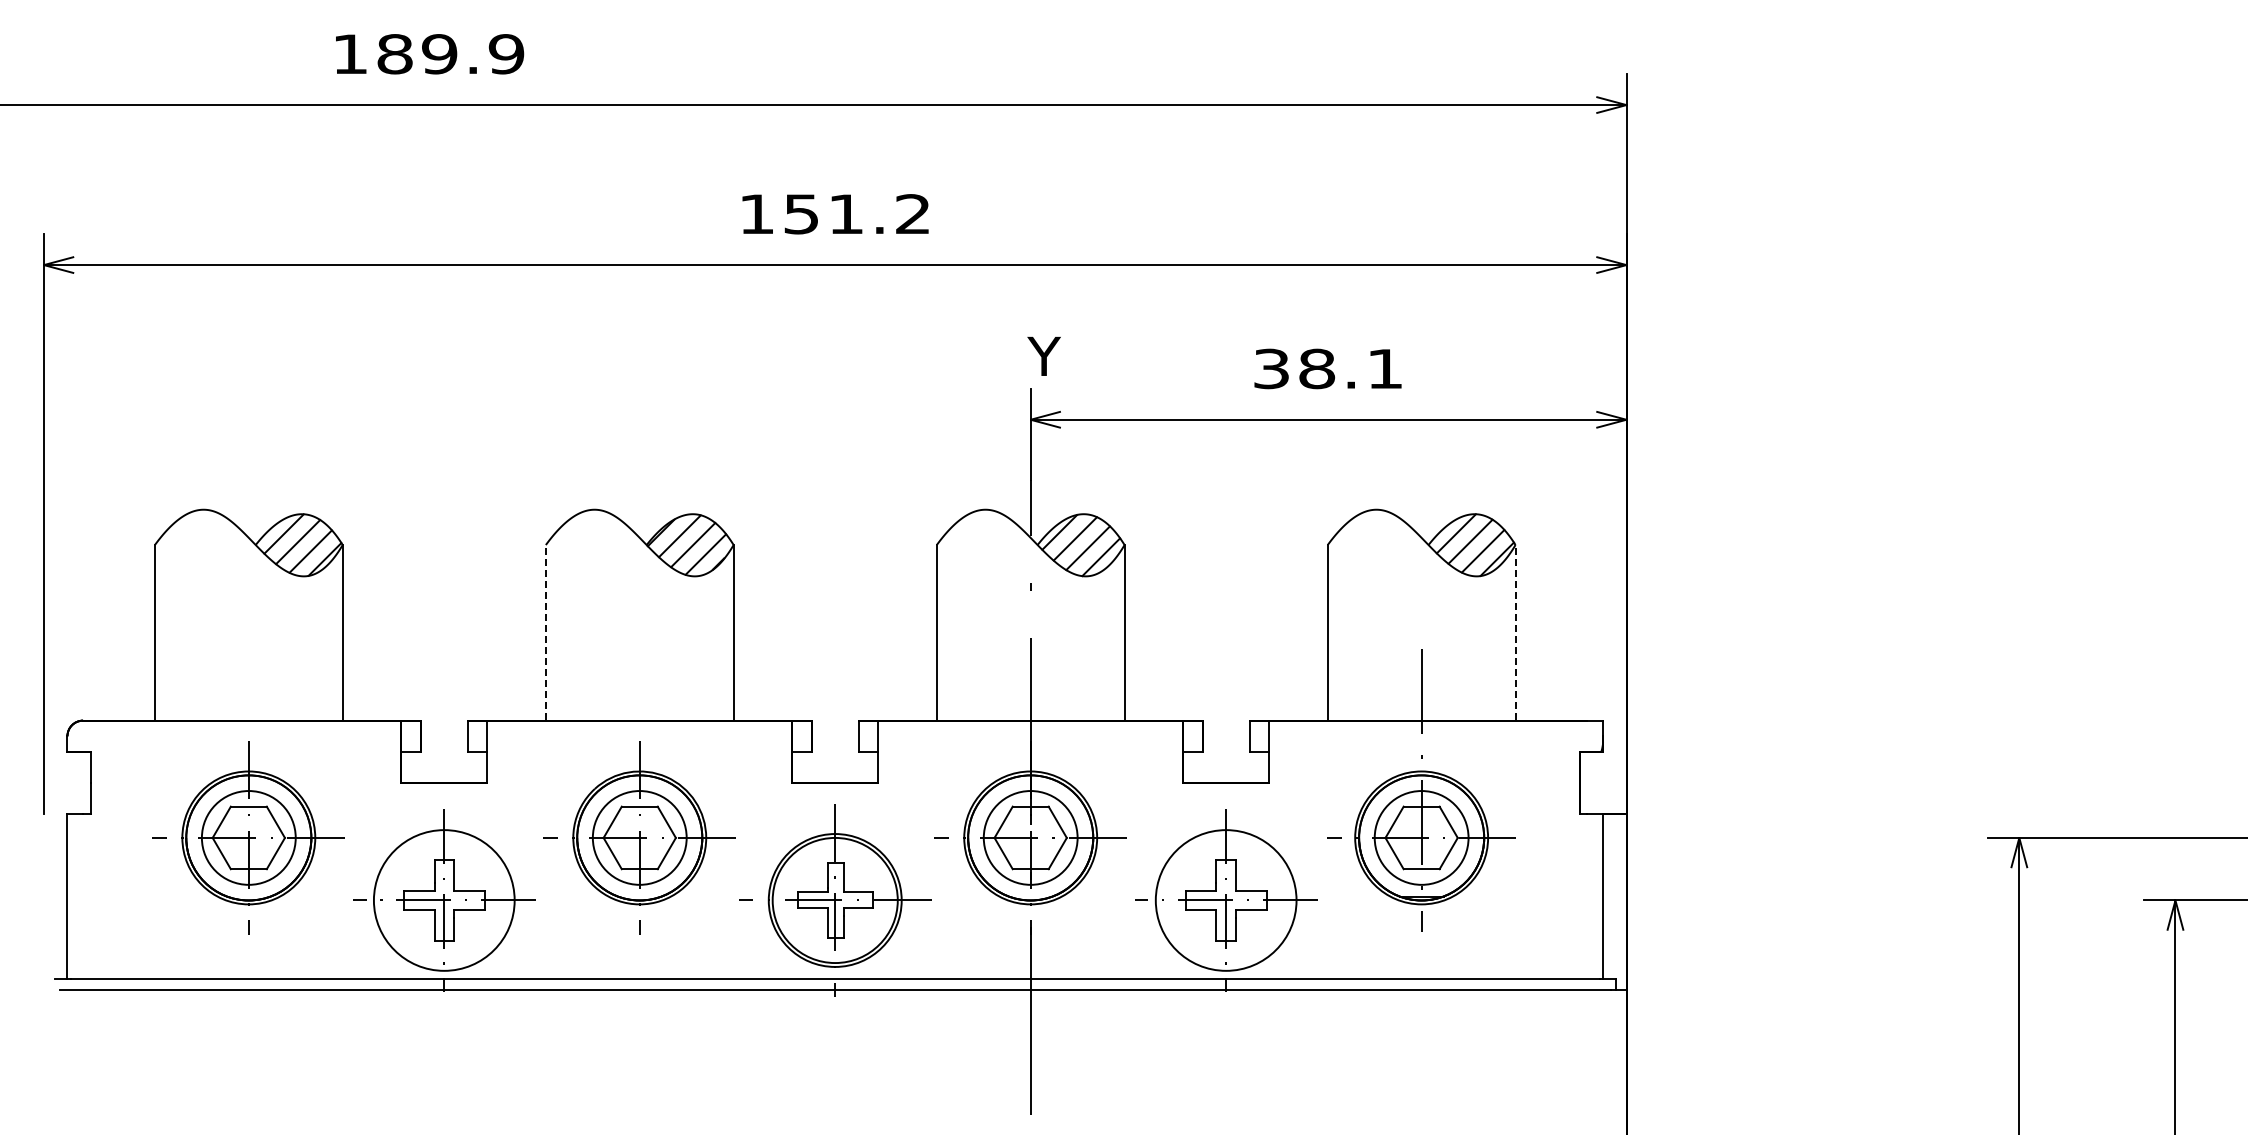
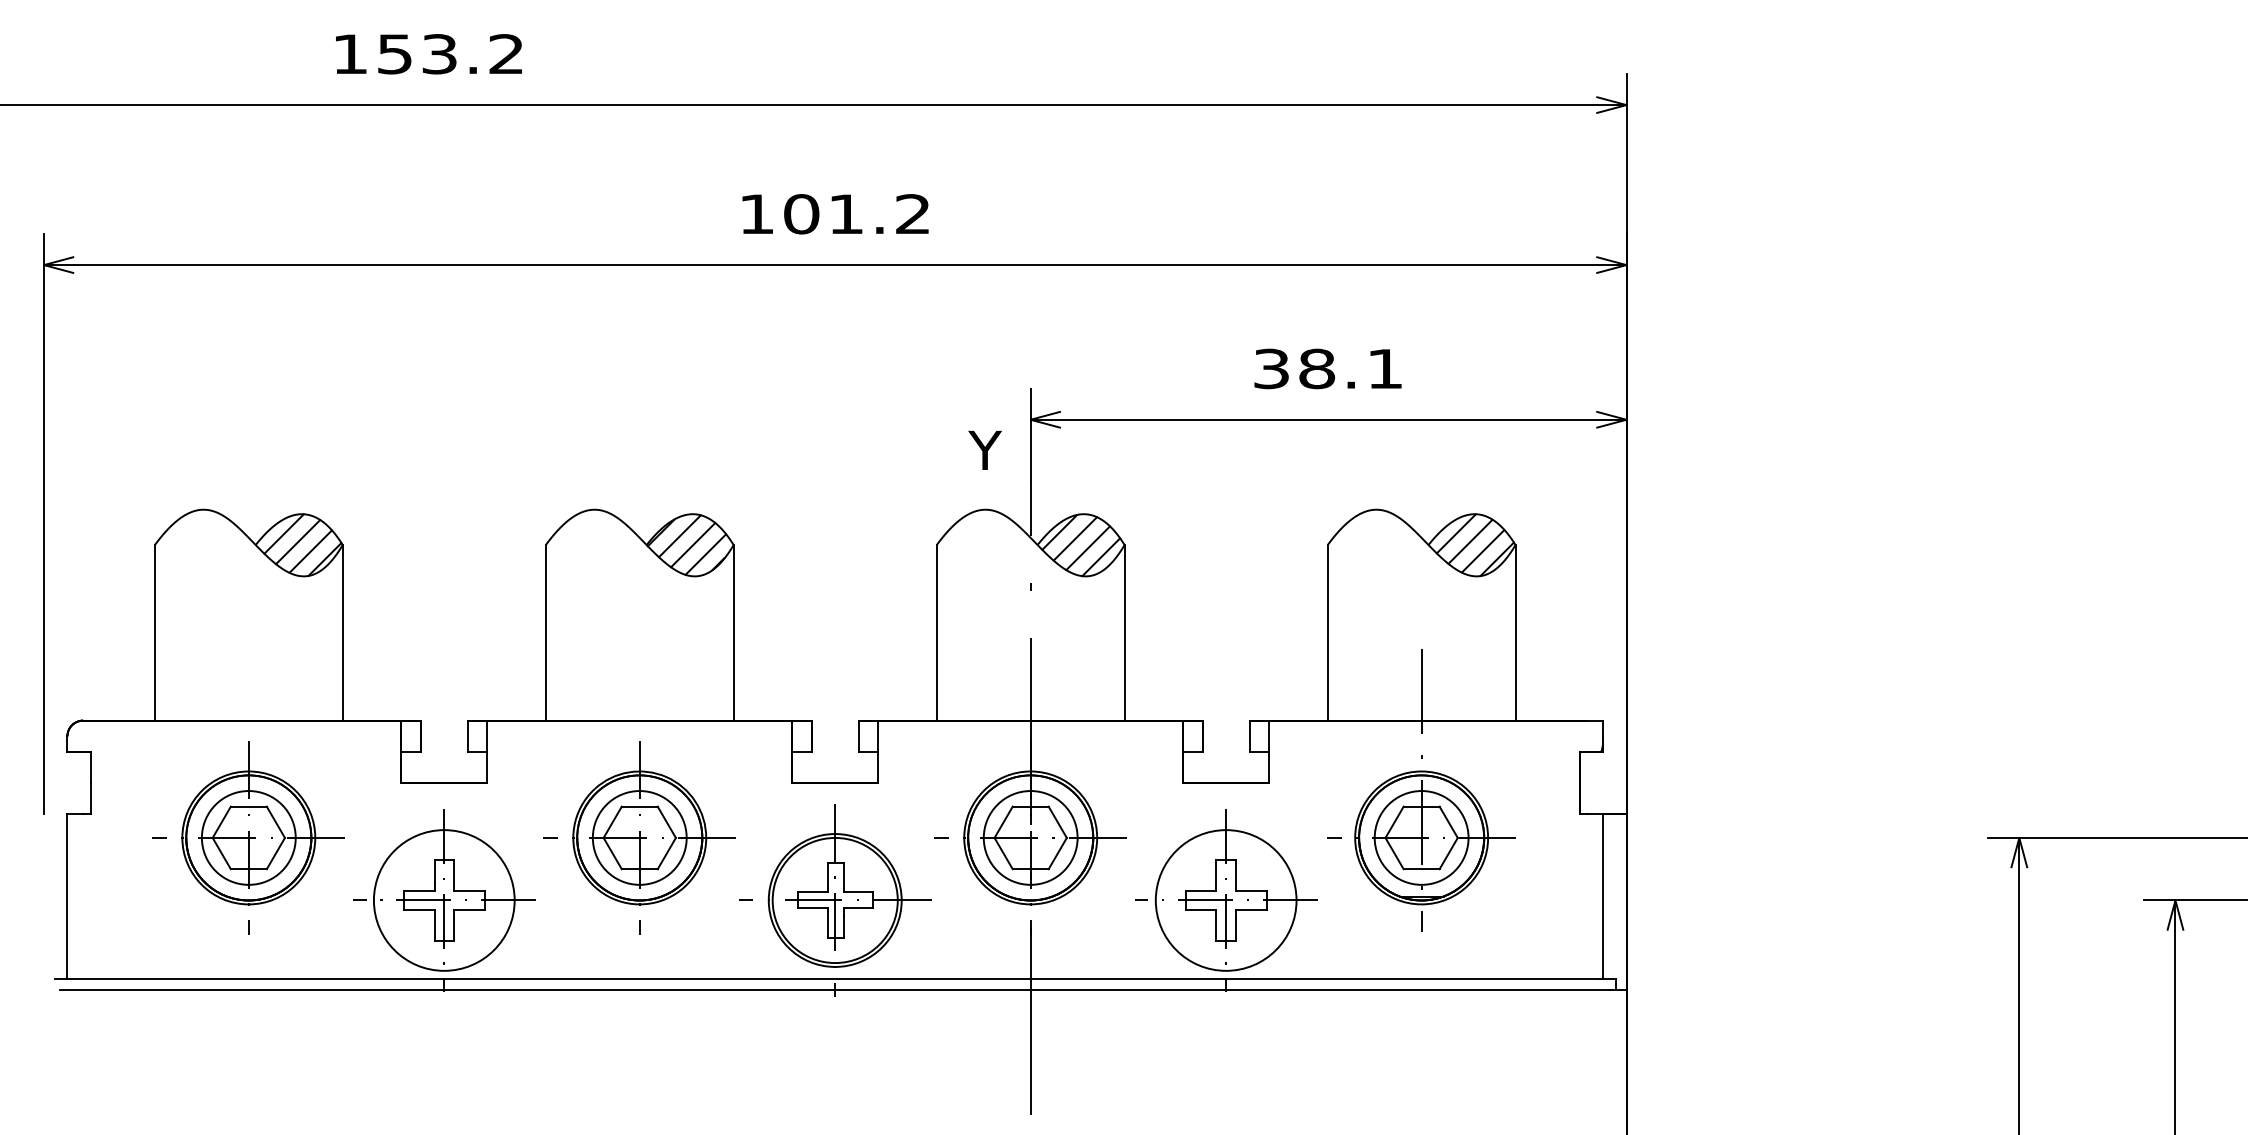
text at (450, 54): 189.9 -> 153.2
text at (801, 214): 151.2 -> 101.2
text at (1043, 355) position: (1043, 355) -> (984, 449)
line at (545, 631): dashed -> solid
line at (1515, 631): dashed -> solid
